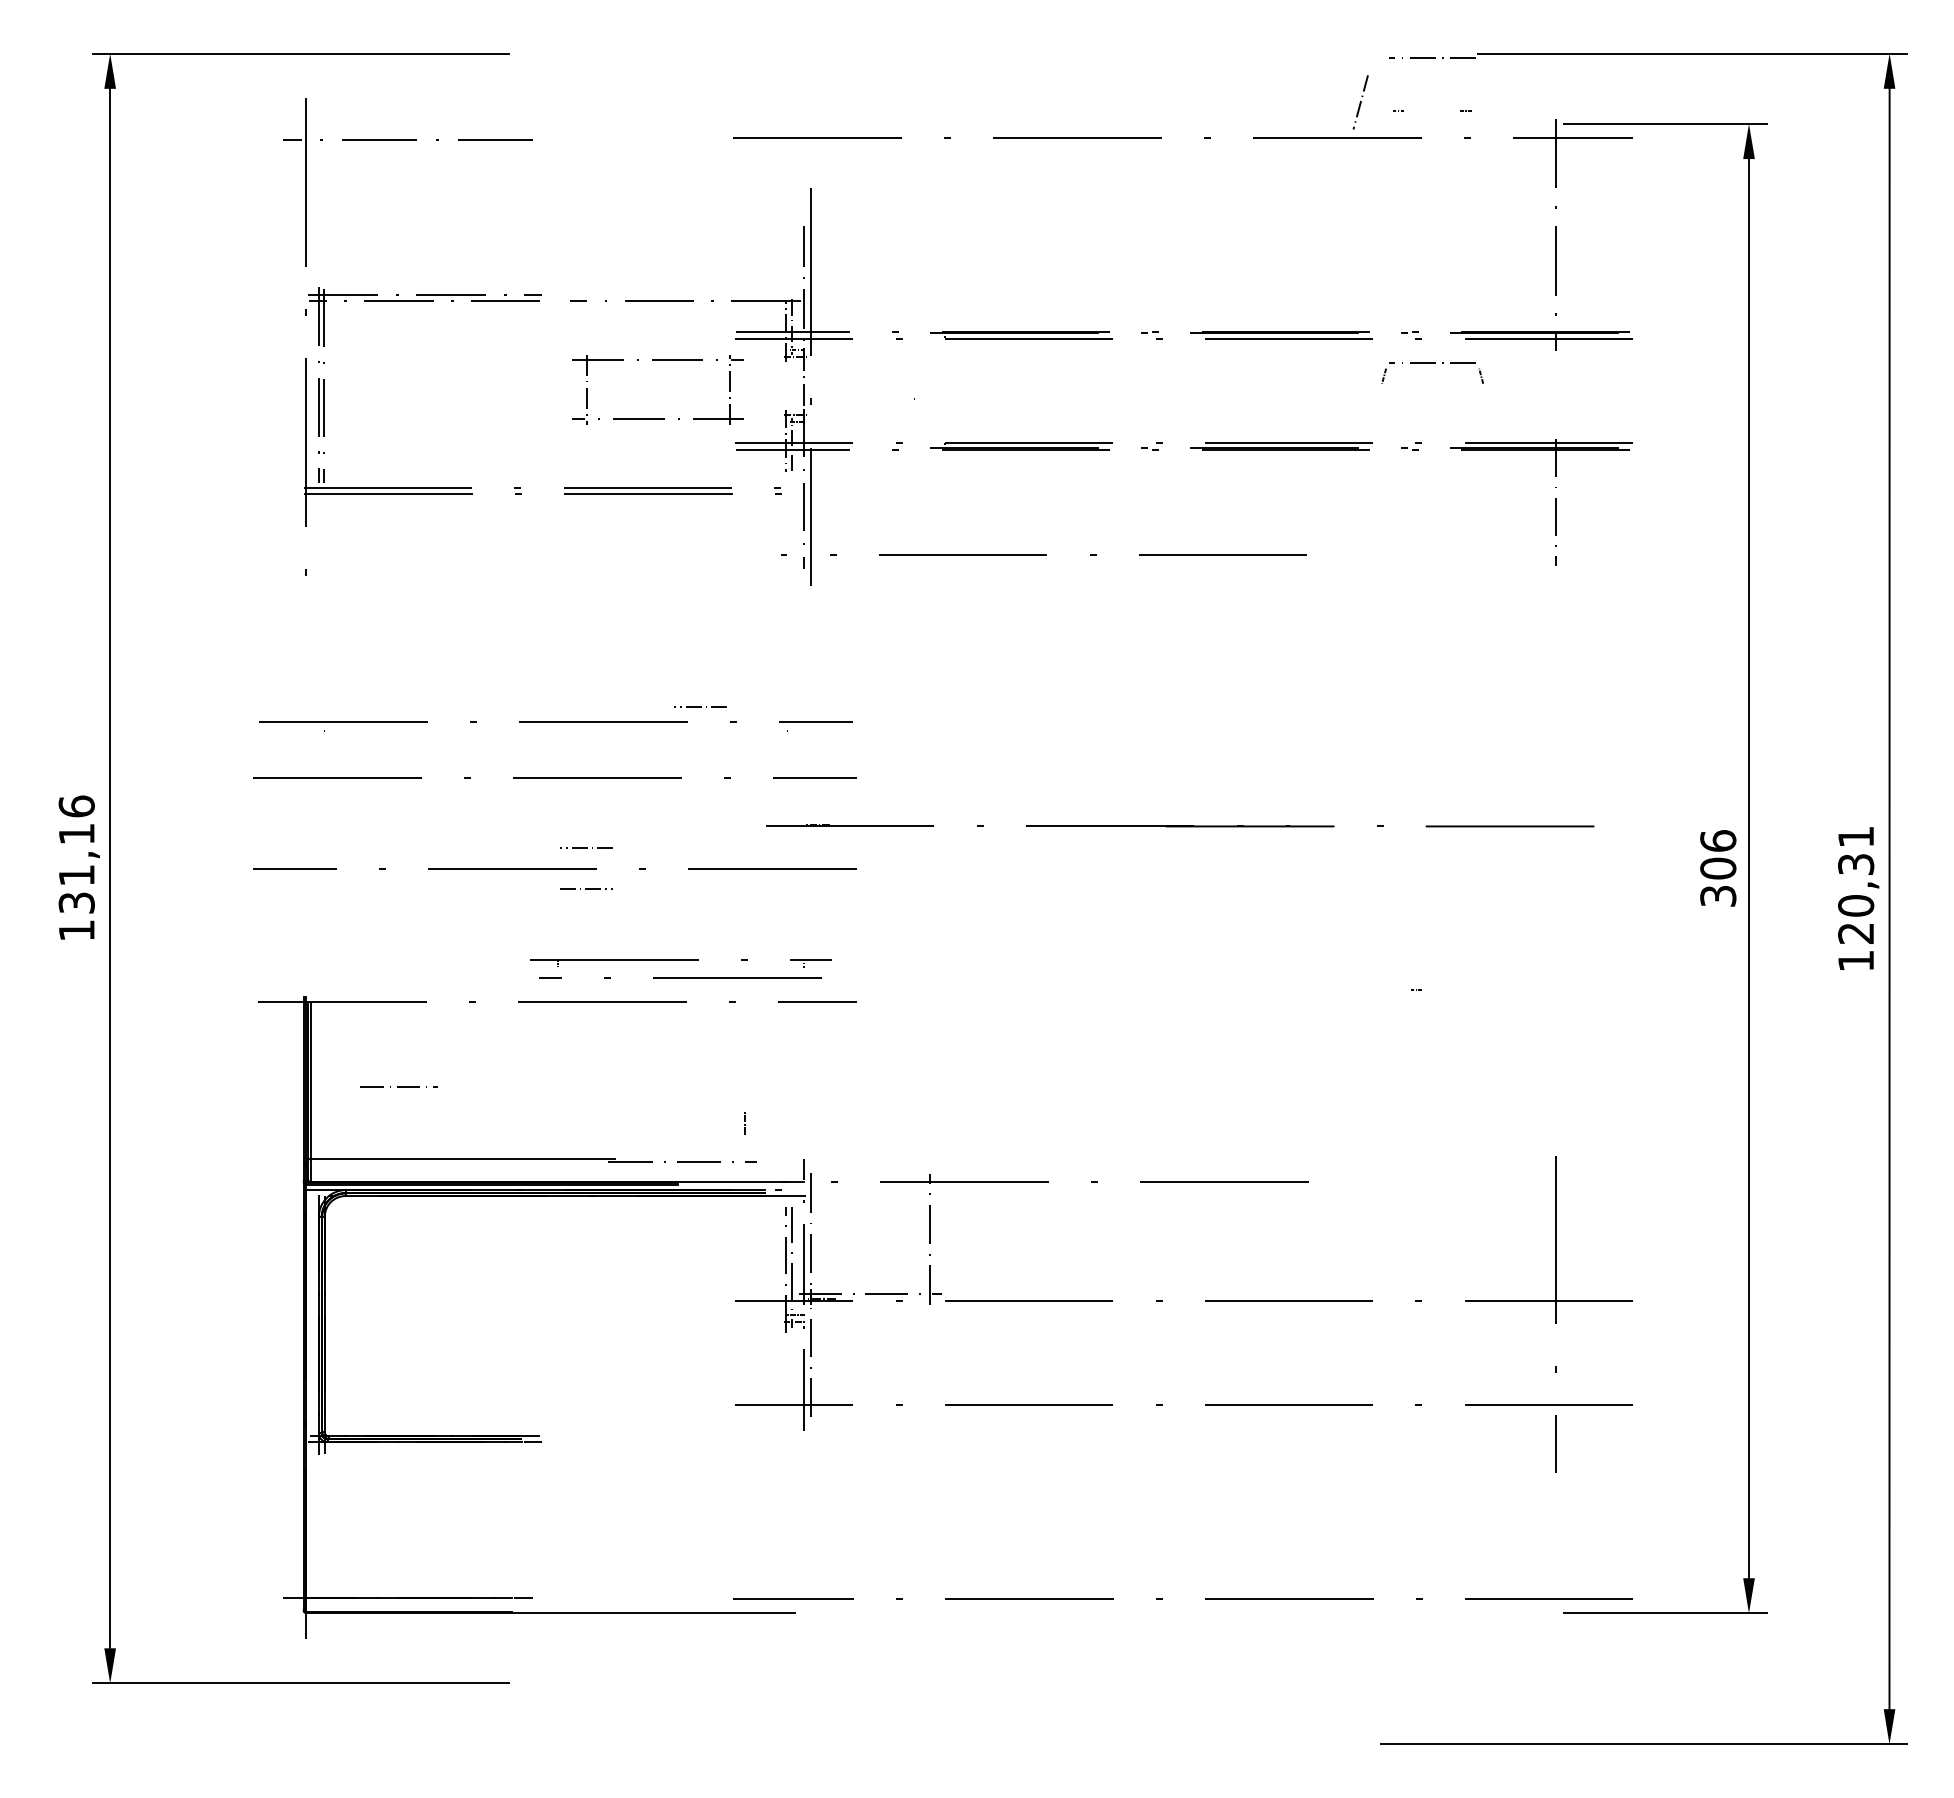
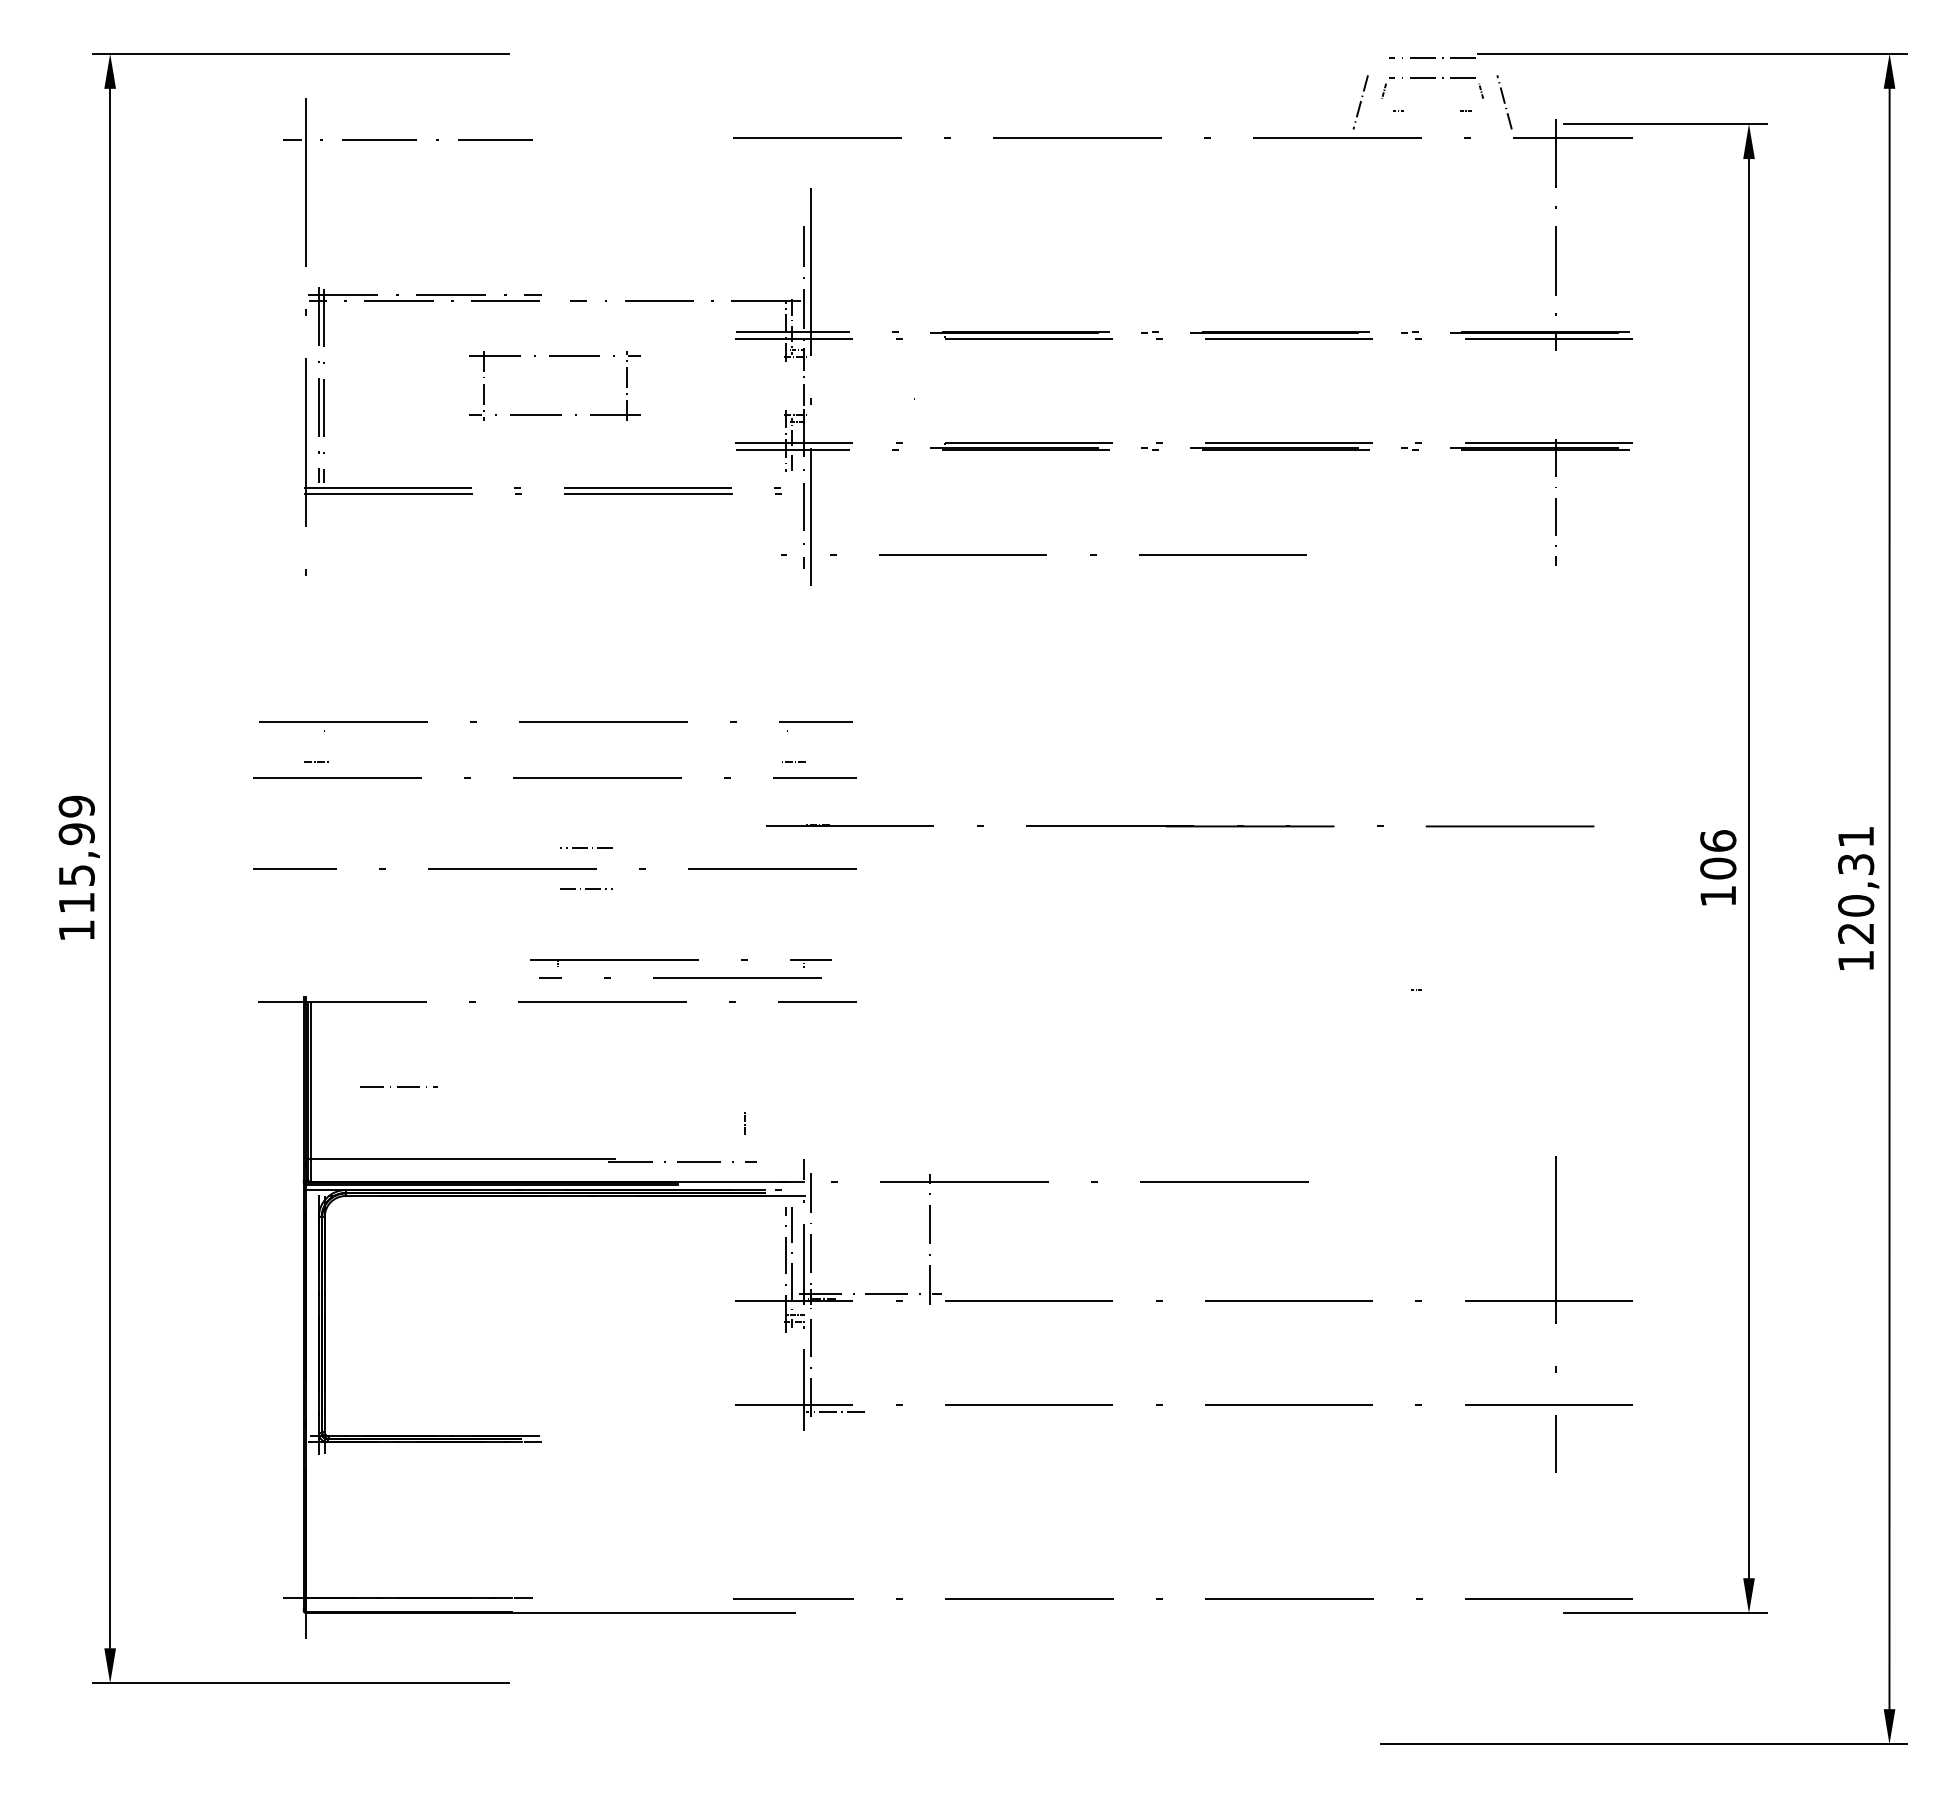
line at (1504, 102): none -> present
part at (657, 360) position: (657, 360) -> (554, 356)
part at (1432, 363) position: (1432, 363) -> (1432, 78)
line at (700, 706): present -> none
line at (317, 761): none -> present
line at (792, 761): none -> present
text at (76, 854): 131,16 -> 115,99
text at (1718, 896): 306 -> 106
line at (835, 1411): none -> present
